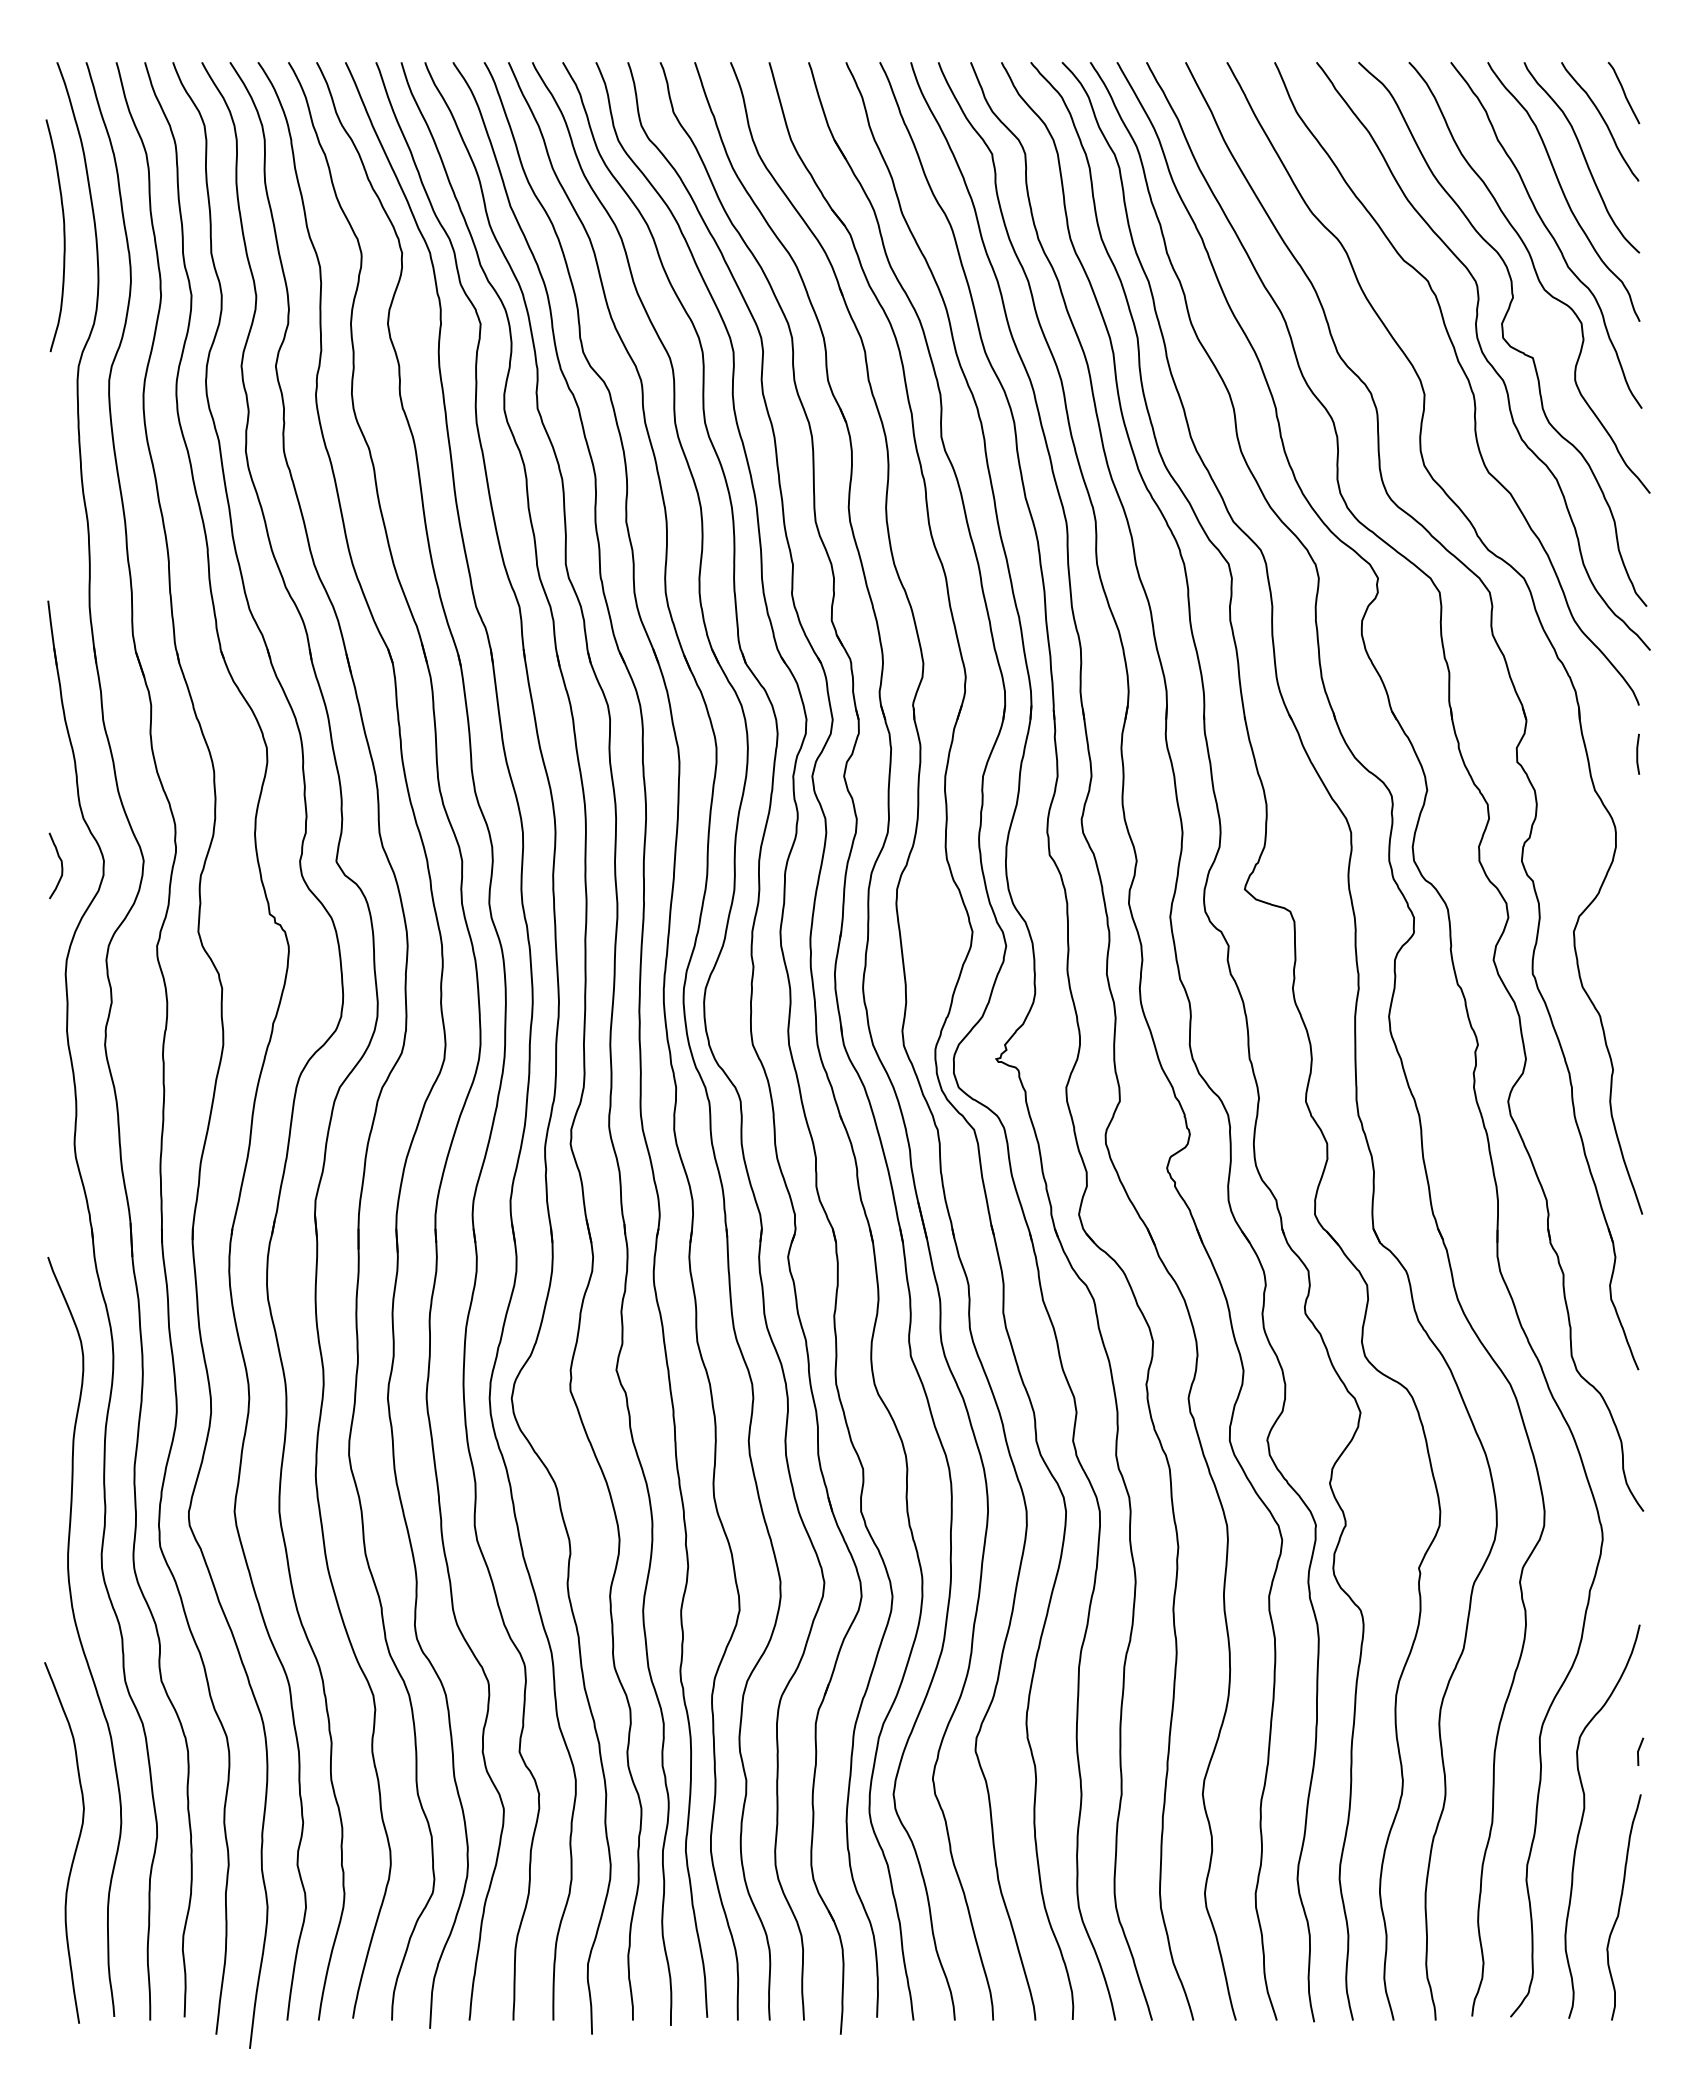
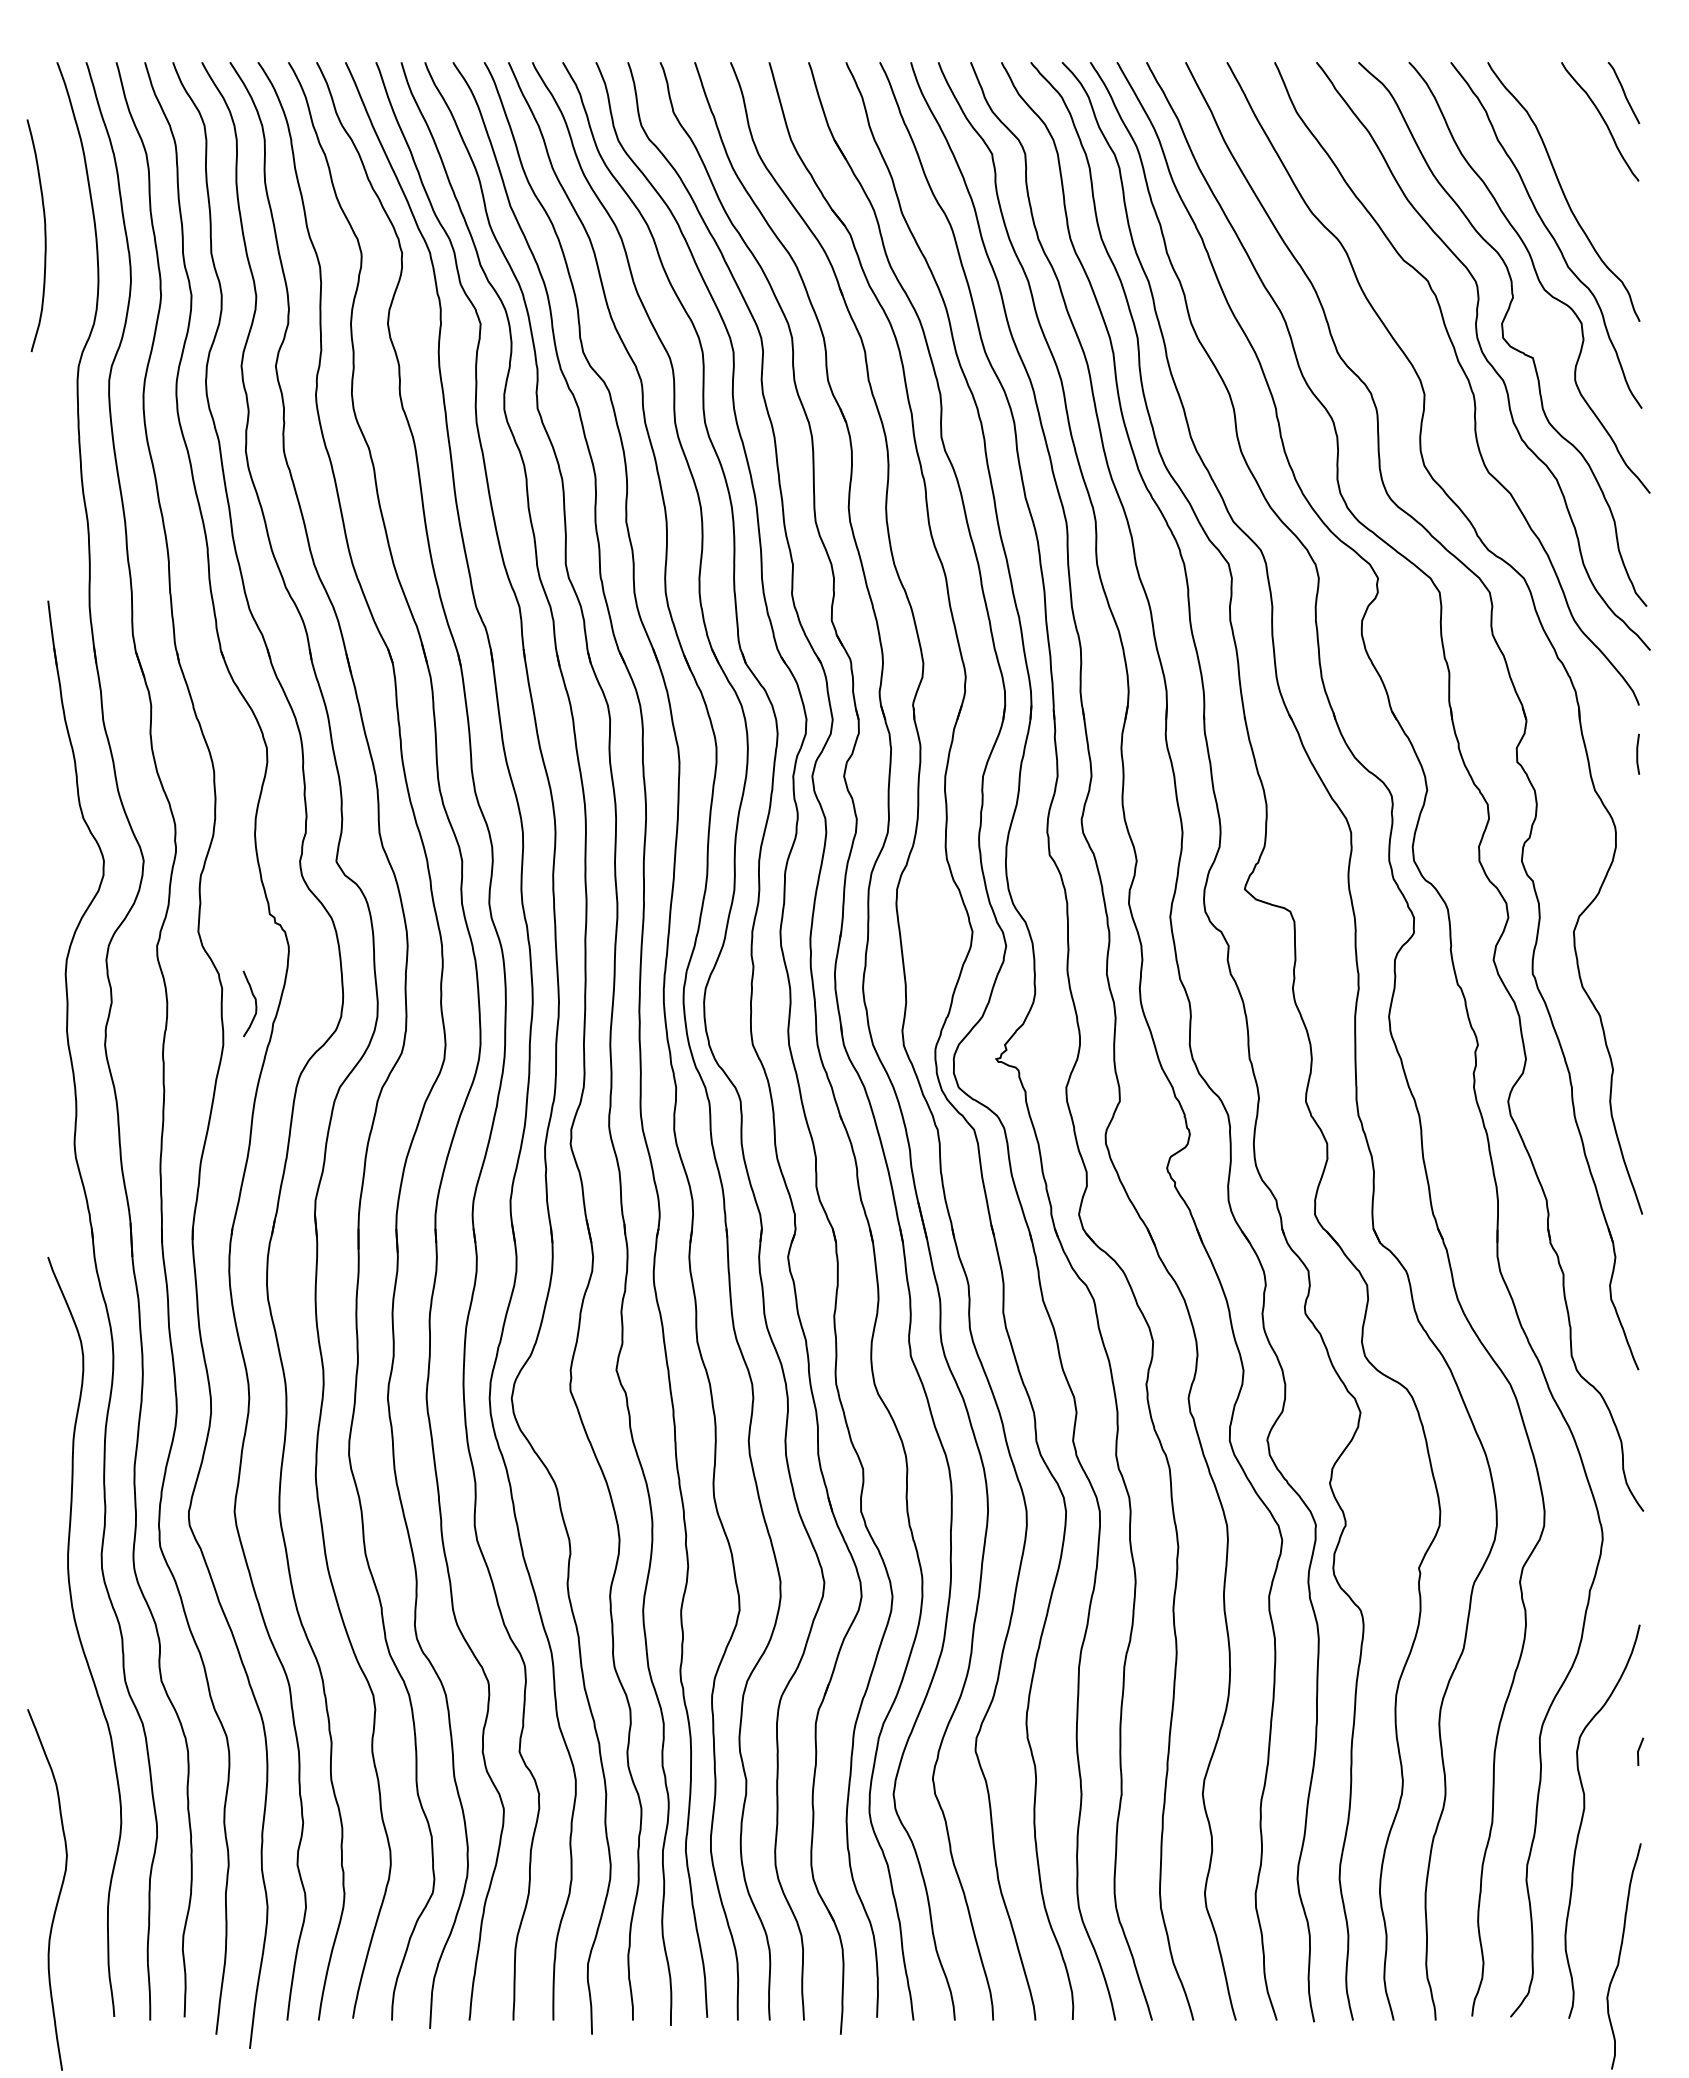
curve at (1583, 157): present -> none
curve at (63, 235) position: (63, 235) -> (44, 235)
curve at (60, 862) position: (60, 862) -> (254, 1000)
curve at (76, 1843) position: (76, 1843) -> (59, 1890)
curve at (1620, 1907) position: (1620, 1907) -> (1620, 1956)
